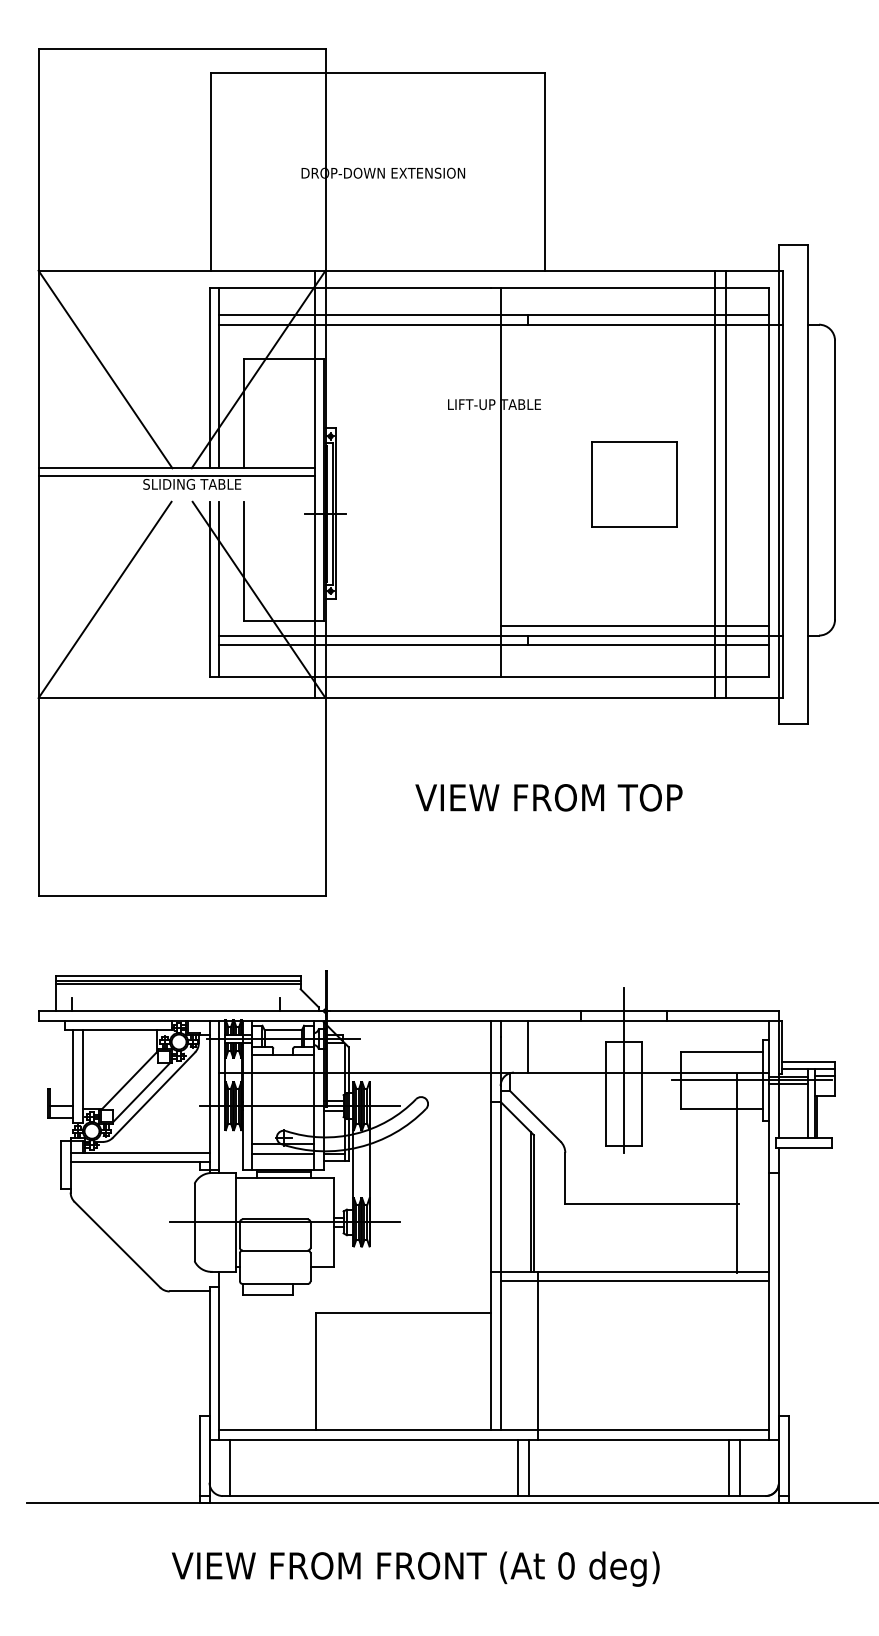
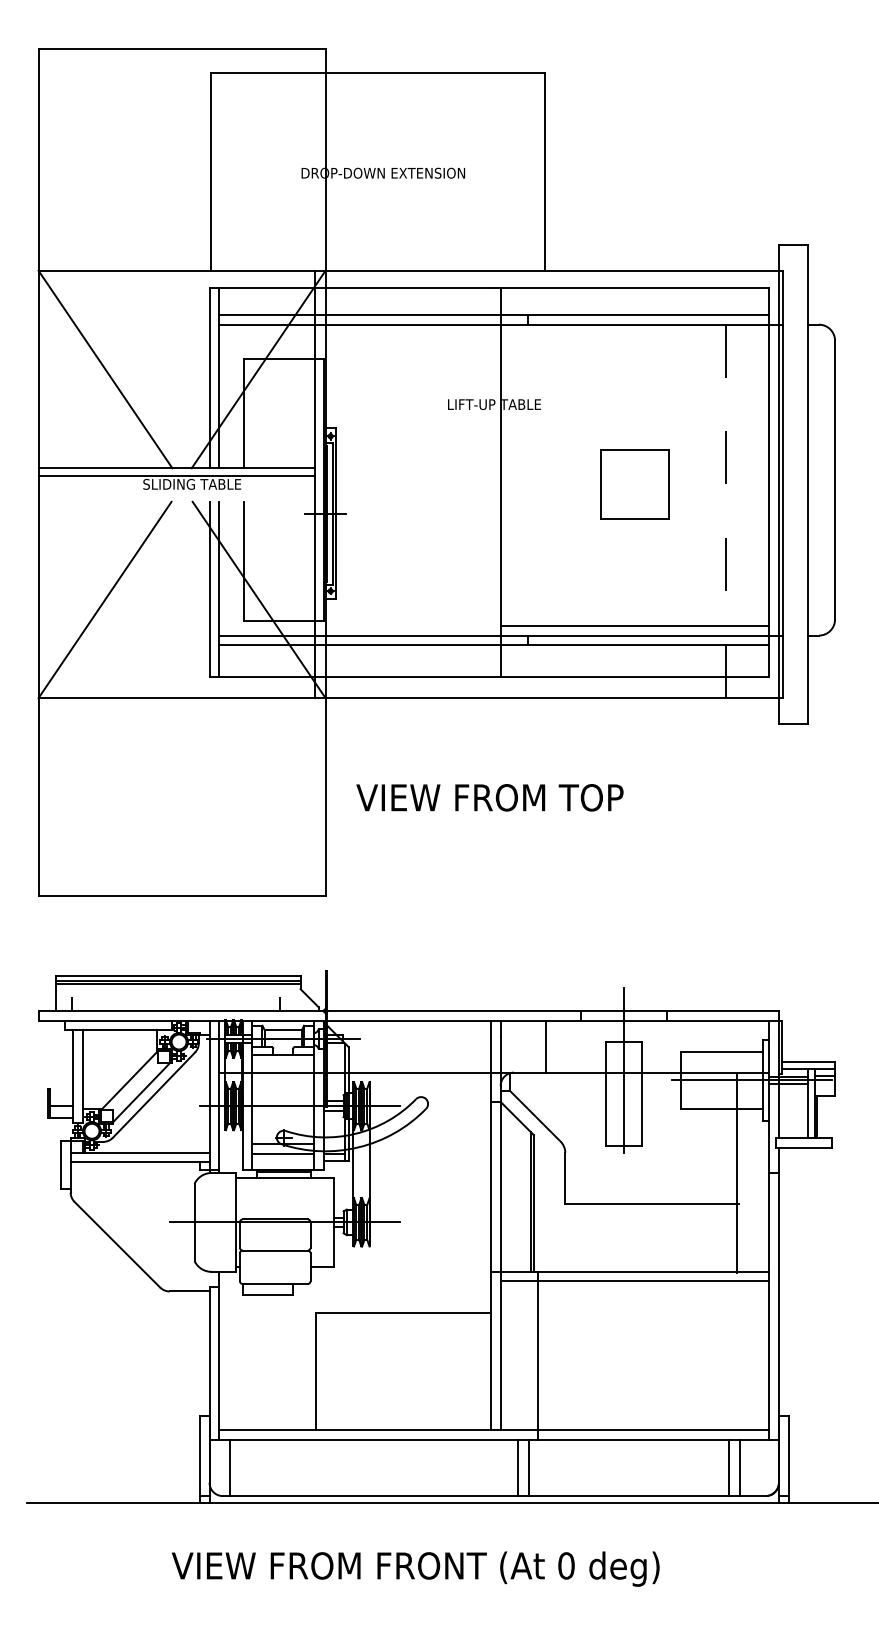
part at (634, 484) size: 87x87 px -> 70x71 px
line at (715, 484): present -> none
line at (725, 484): solid -> dashed
text at (548, 797) position: (548, 797) -> (489, 797)
line at (528, 1046) position: (528, 1046) -> (546, 1046)
